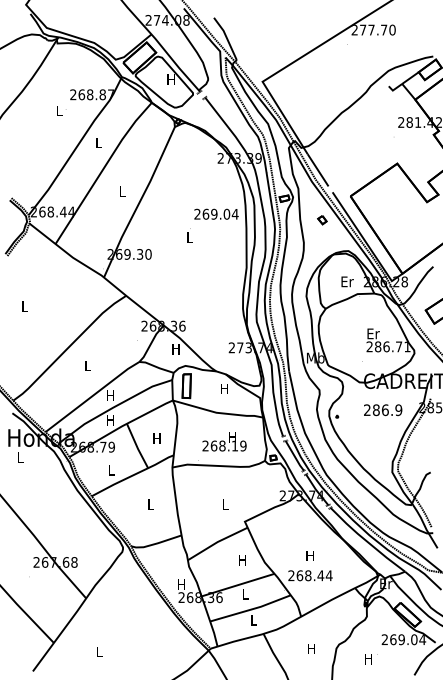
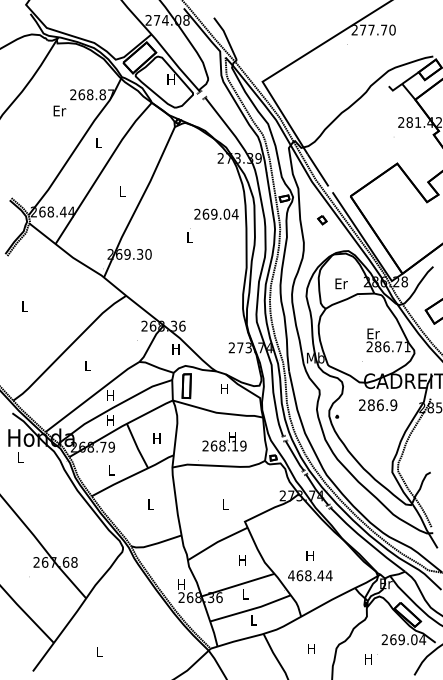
text at (59, 110): L -> Er
text at (347, 281) position: (347, 281) -> (341, 283)
text at (383, 410) position: (383, 410) -> (378, 405)
text at (291, 575): 268.44 -> 468.44
